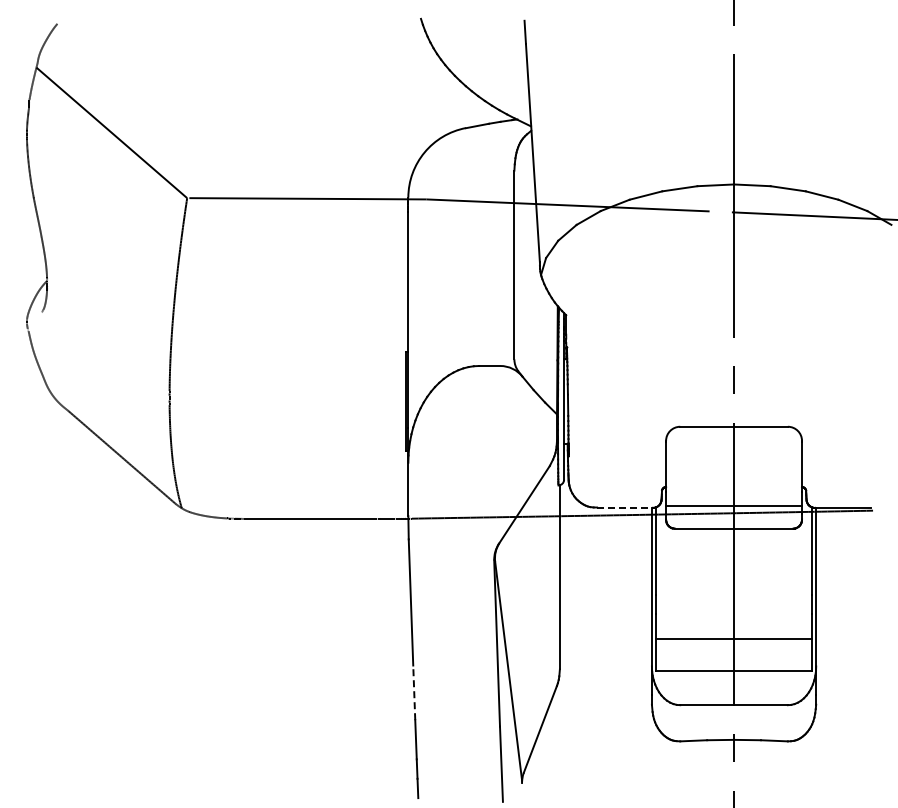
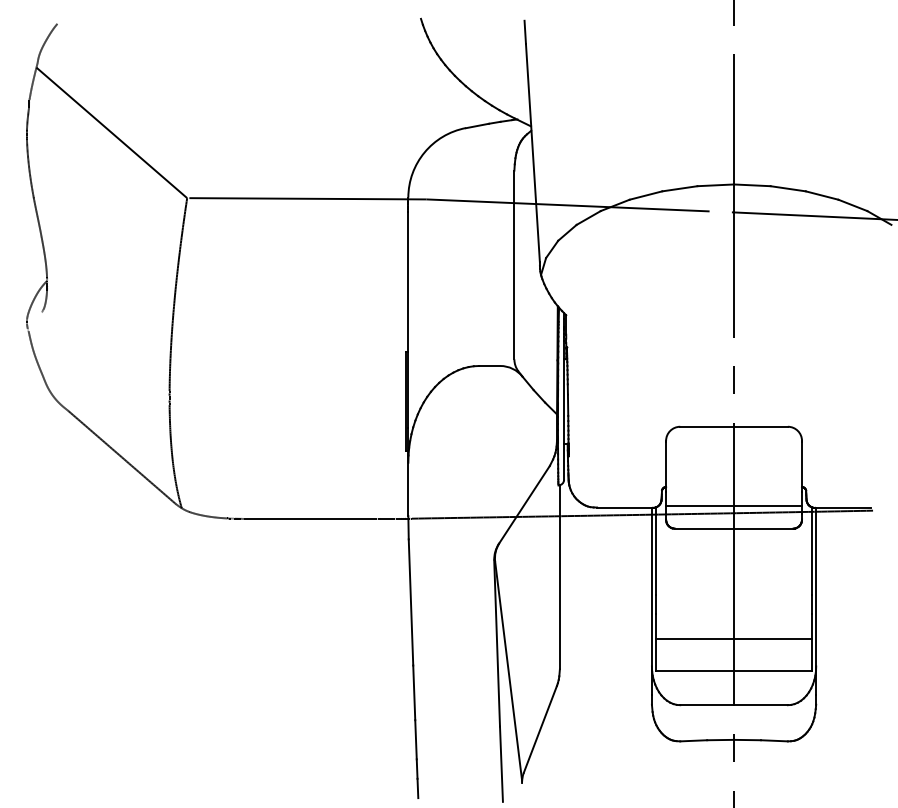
line at (625, 507): dashed -> solid
line at (414, 692): dashed -> solid
